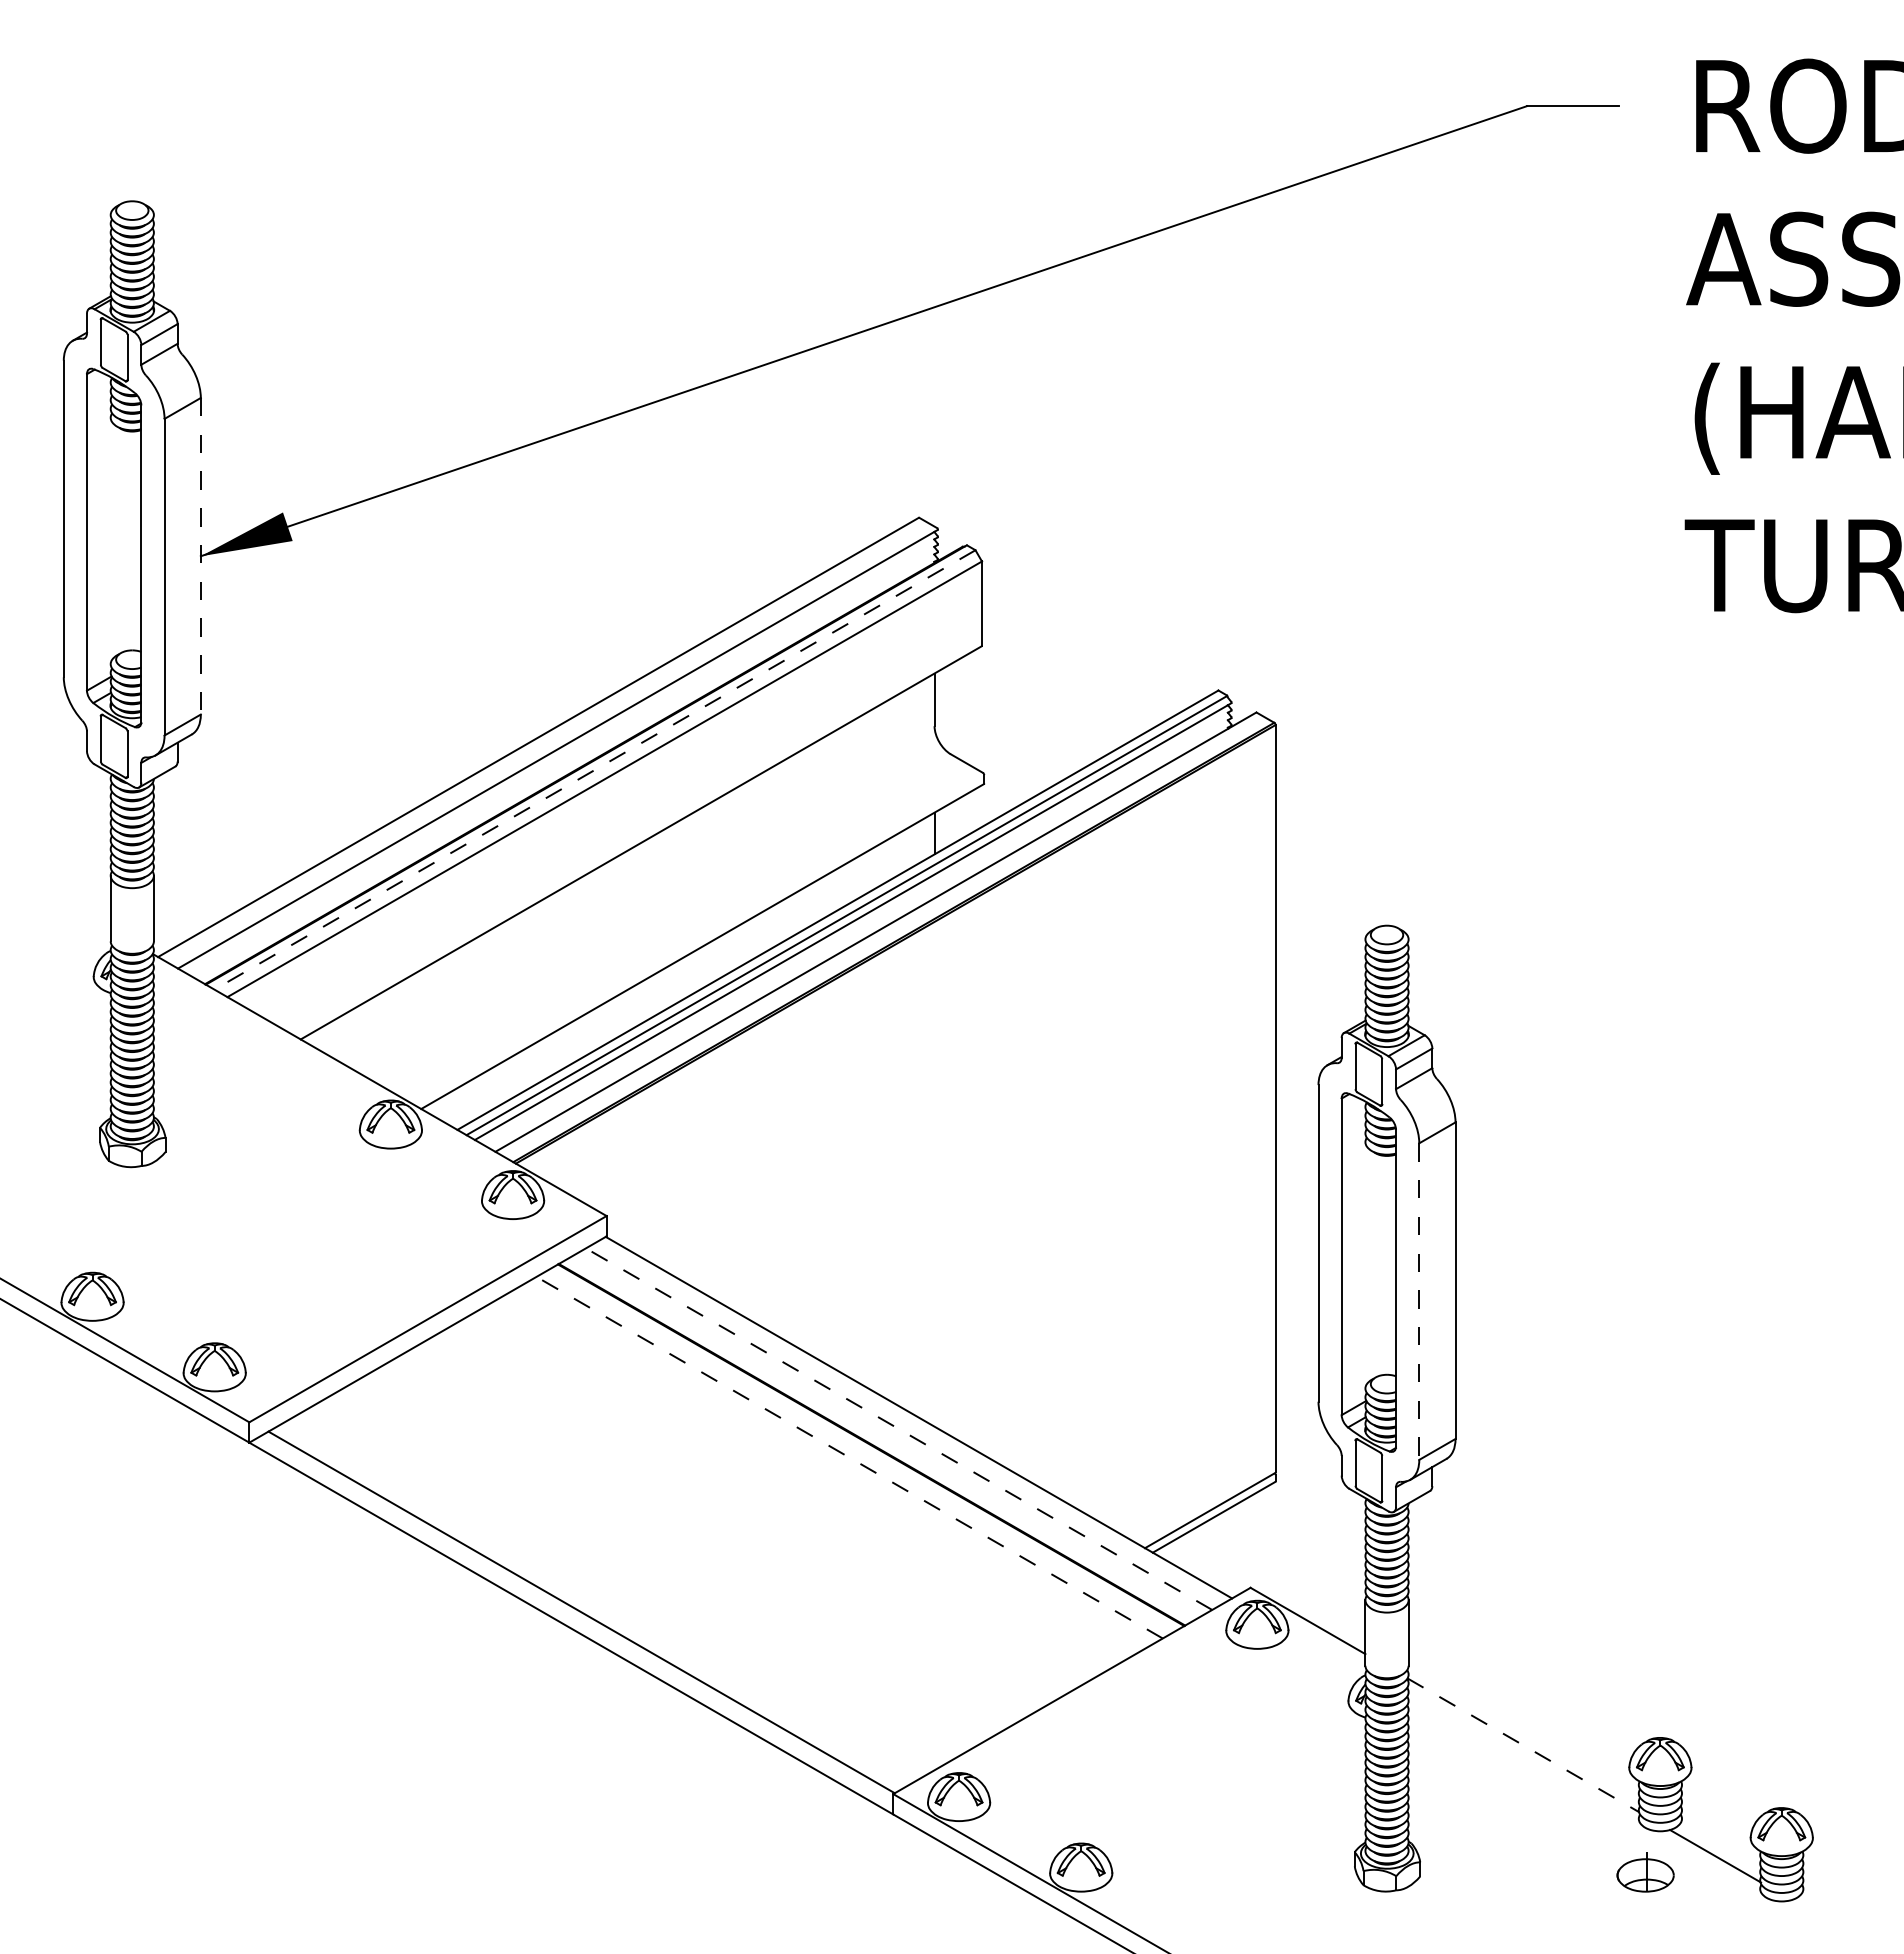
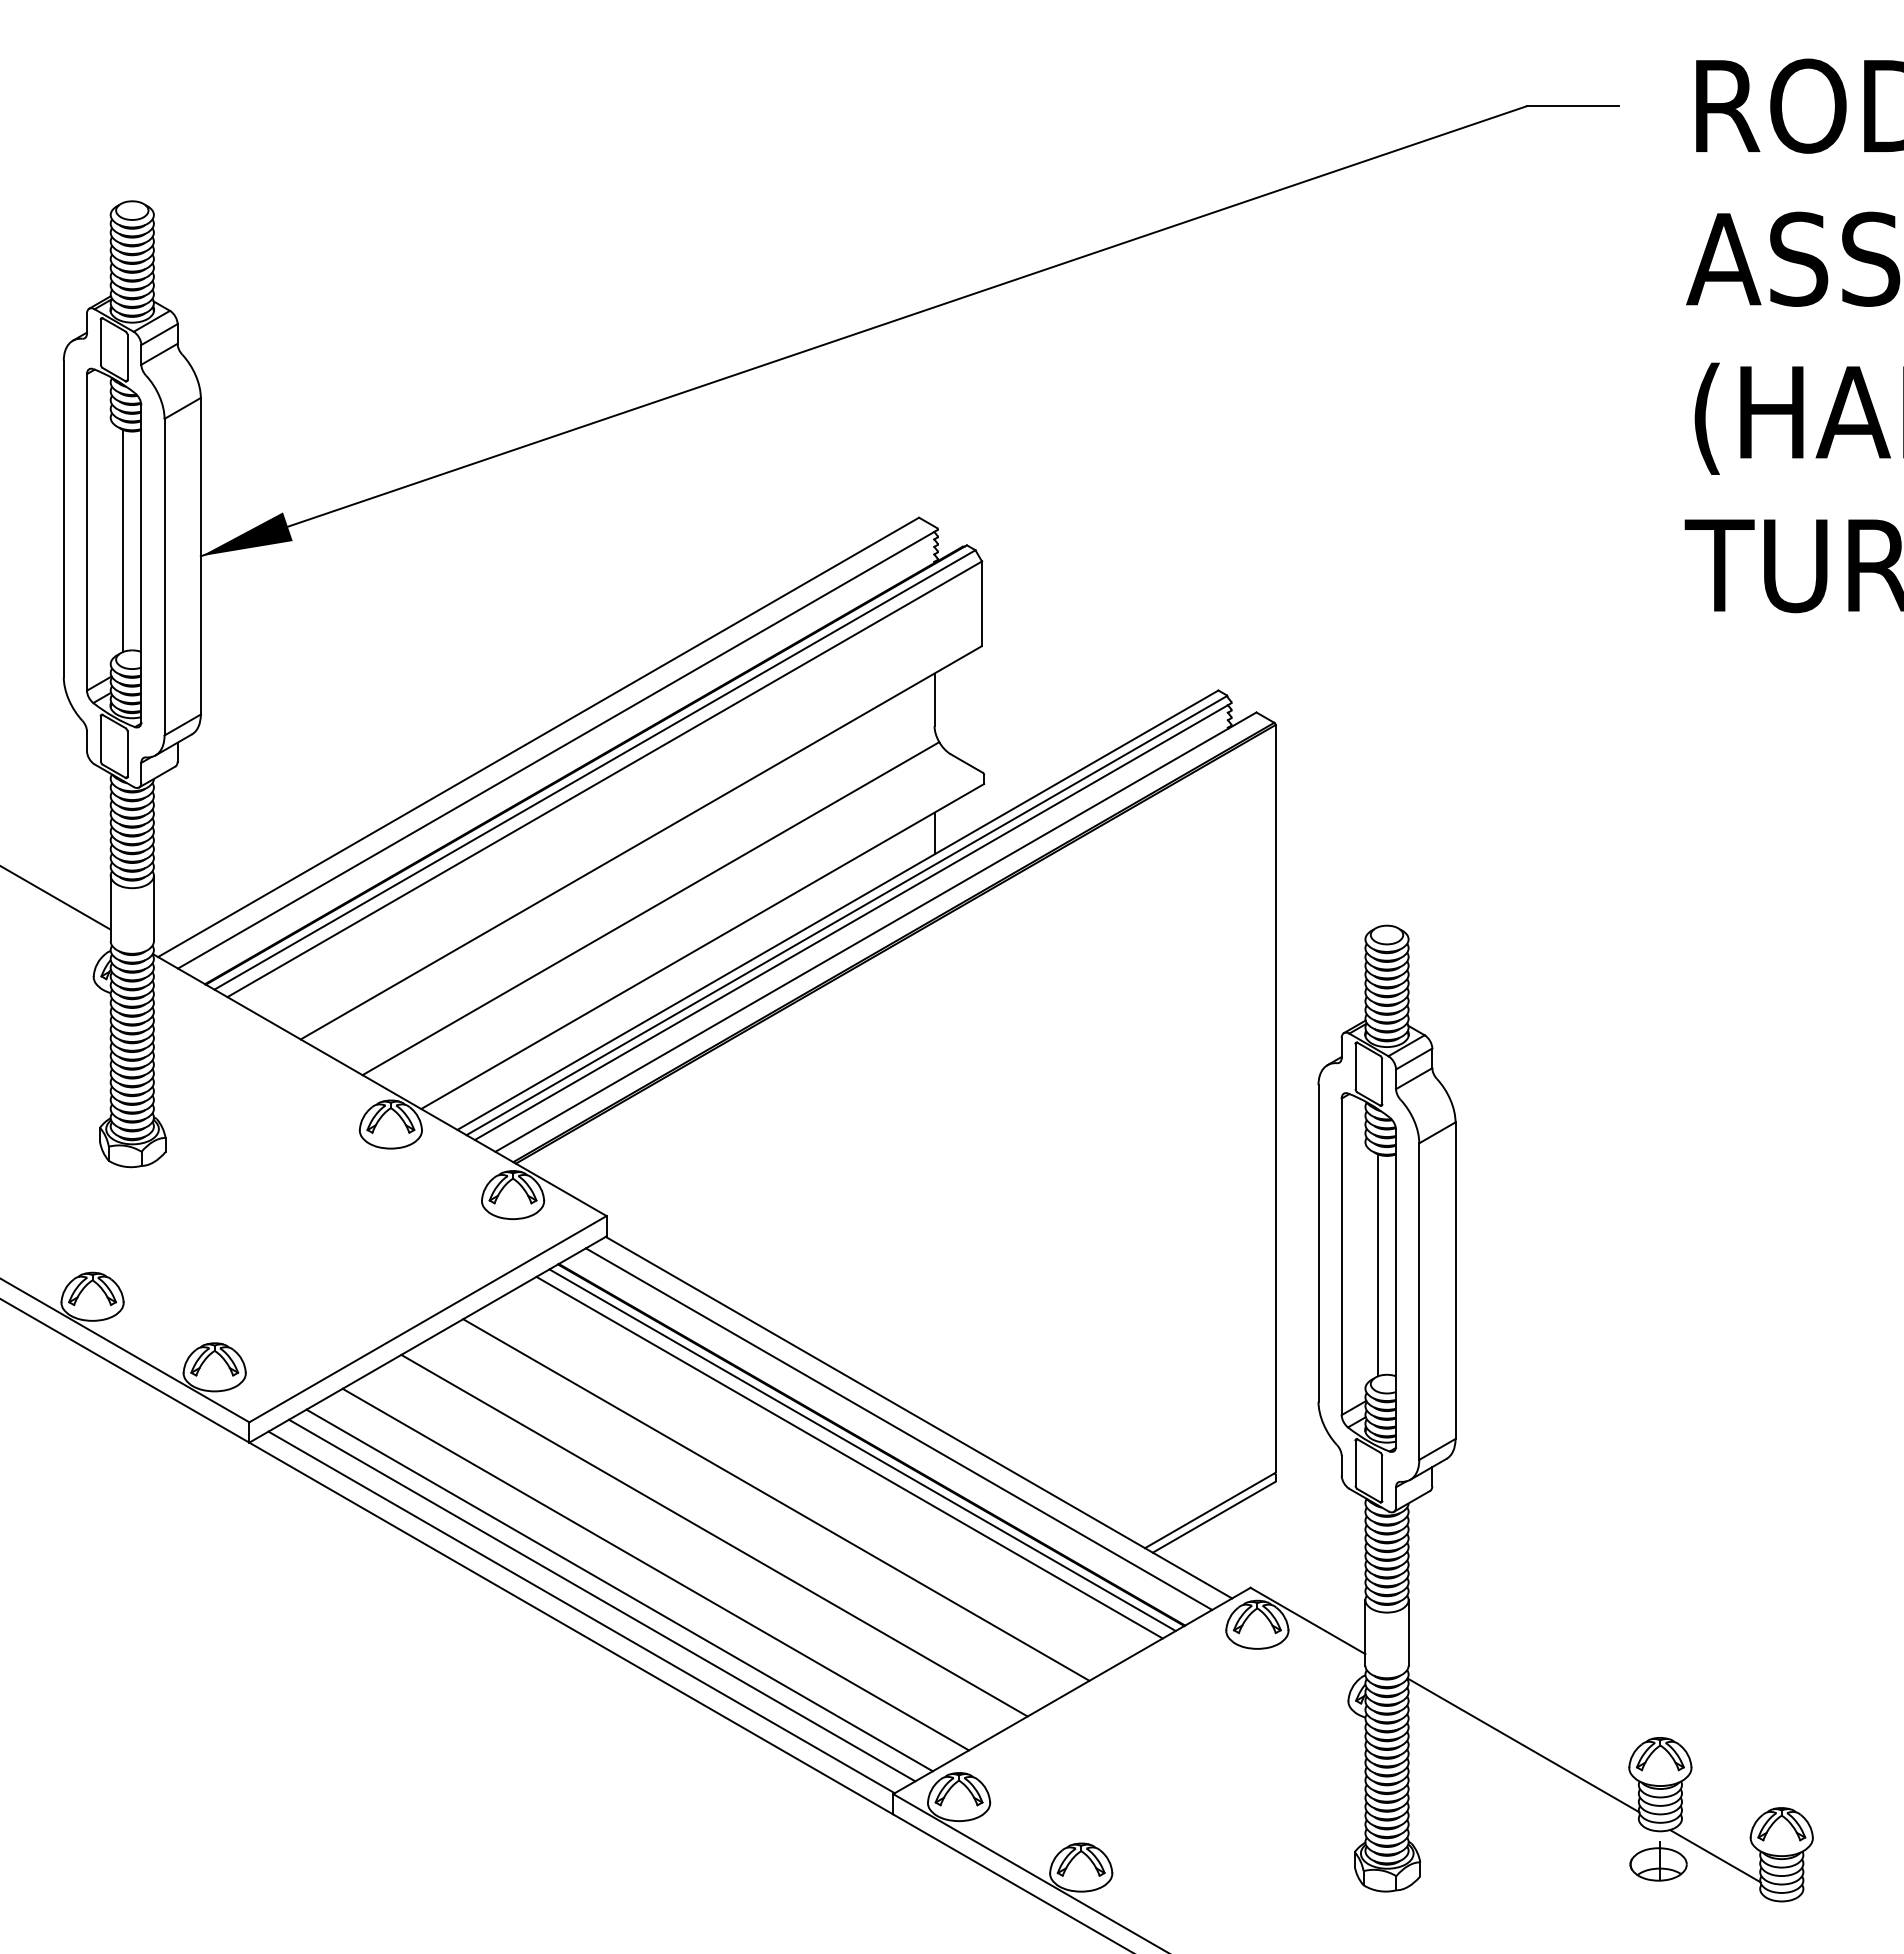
line at (123, 540): none -> present
line at (200, 556): dashed -> solid
line at (594, 770): dashed -> solid
line at (56, 898): none -> present
line at (650, 908): none -> present
line at (1377, 1265): none -> present
line at (1419, 1302): dashed -> solid
line at (899, 1429): dashed -> solid
line at (862, 1450): none -> present
line at (849, 1457): dashed -> solid
line at (776, 1499): none -> present
line at (714, 1535): none -> present
line at (655, 1569): none -> present
line at (619, 1590): none -> present
line at (602, 1600): none -> present
line at (1523, 1745): dashed -> solid
part at (1645, 1872) position: (1645, 1872) -> (1658, 1861)
